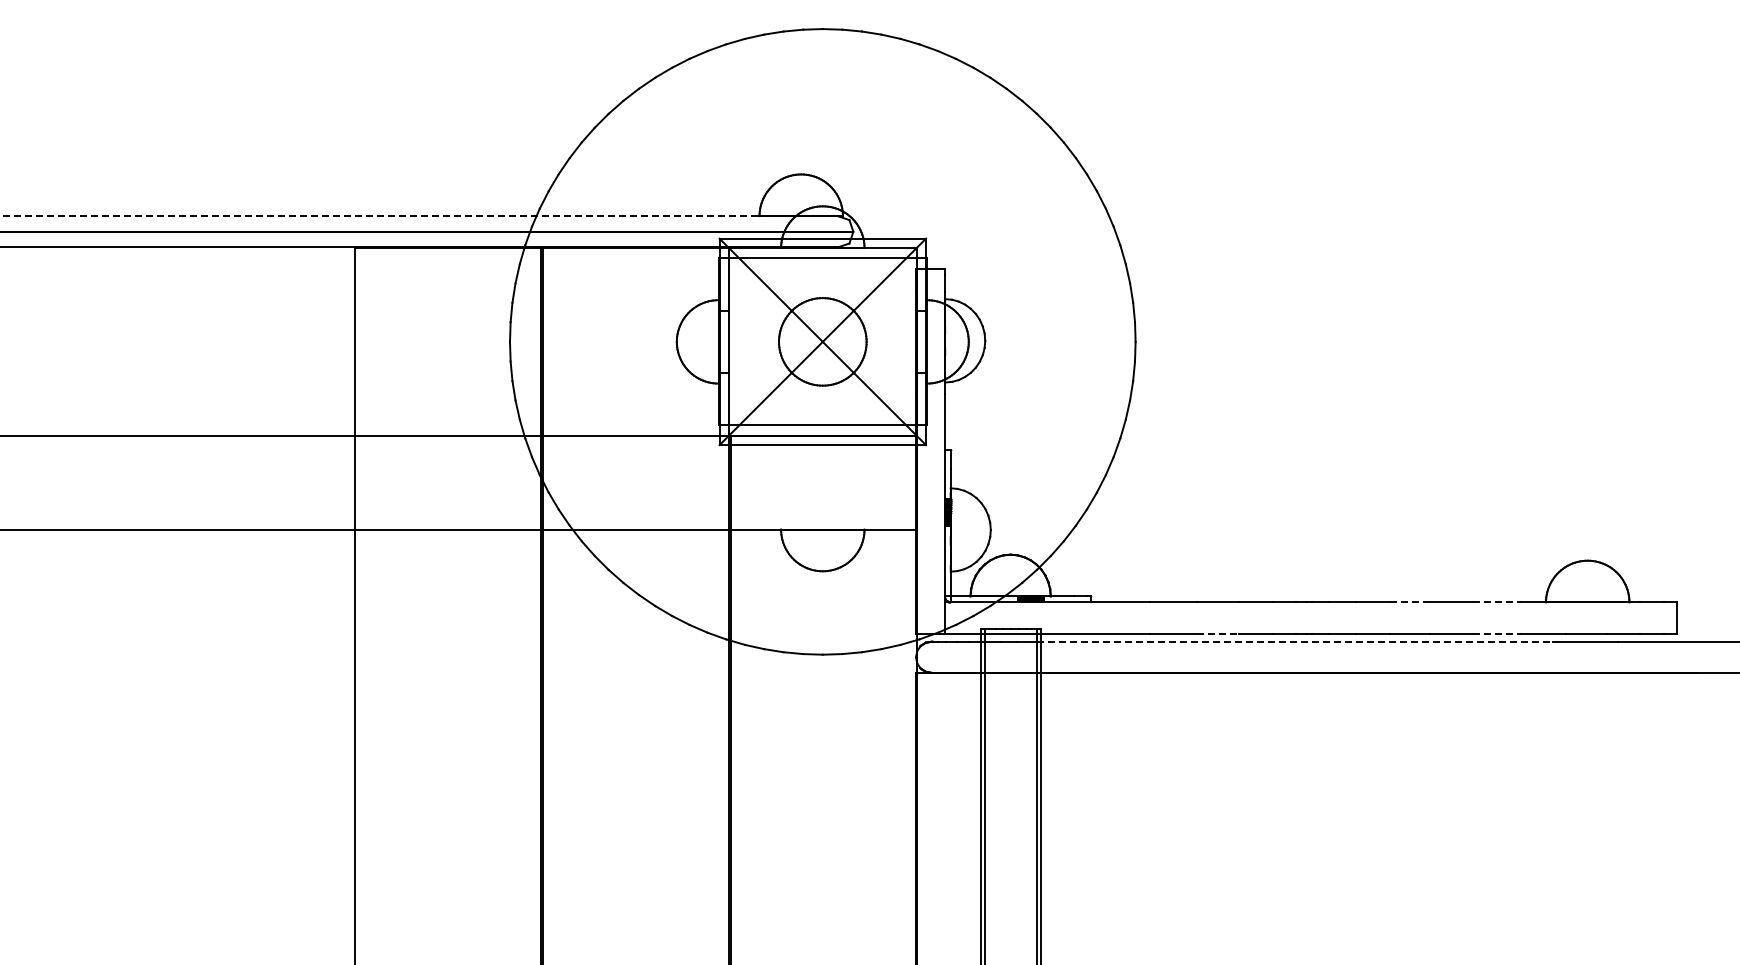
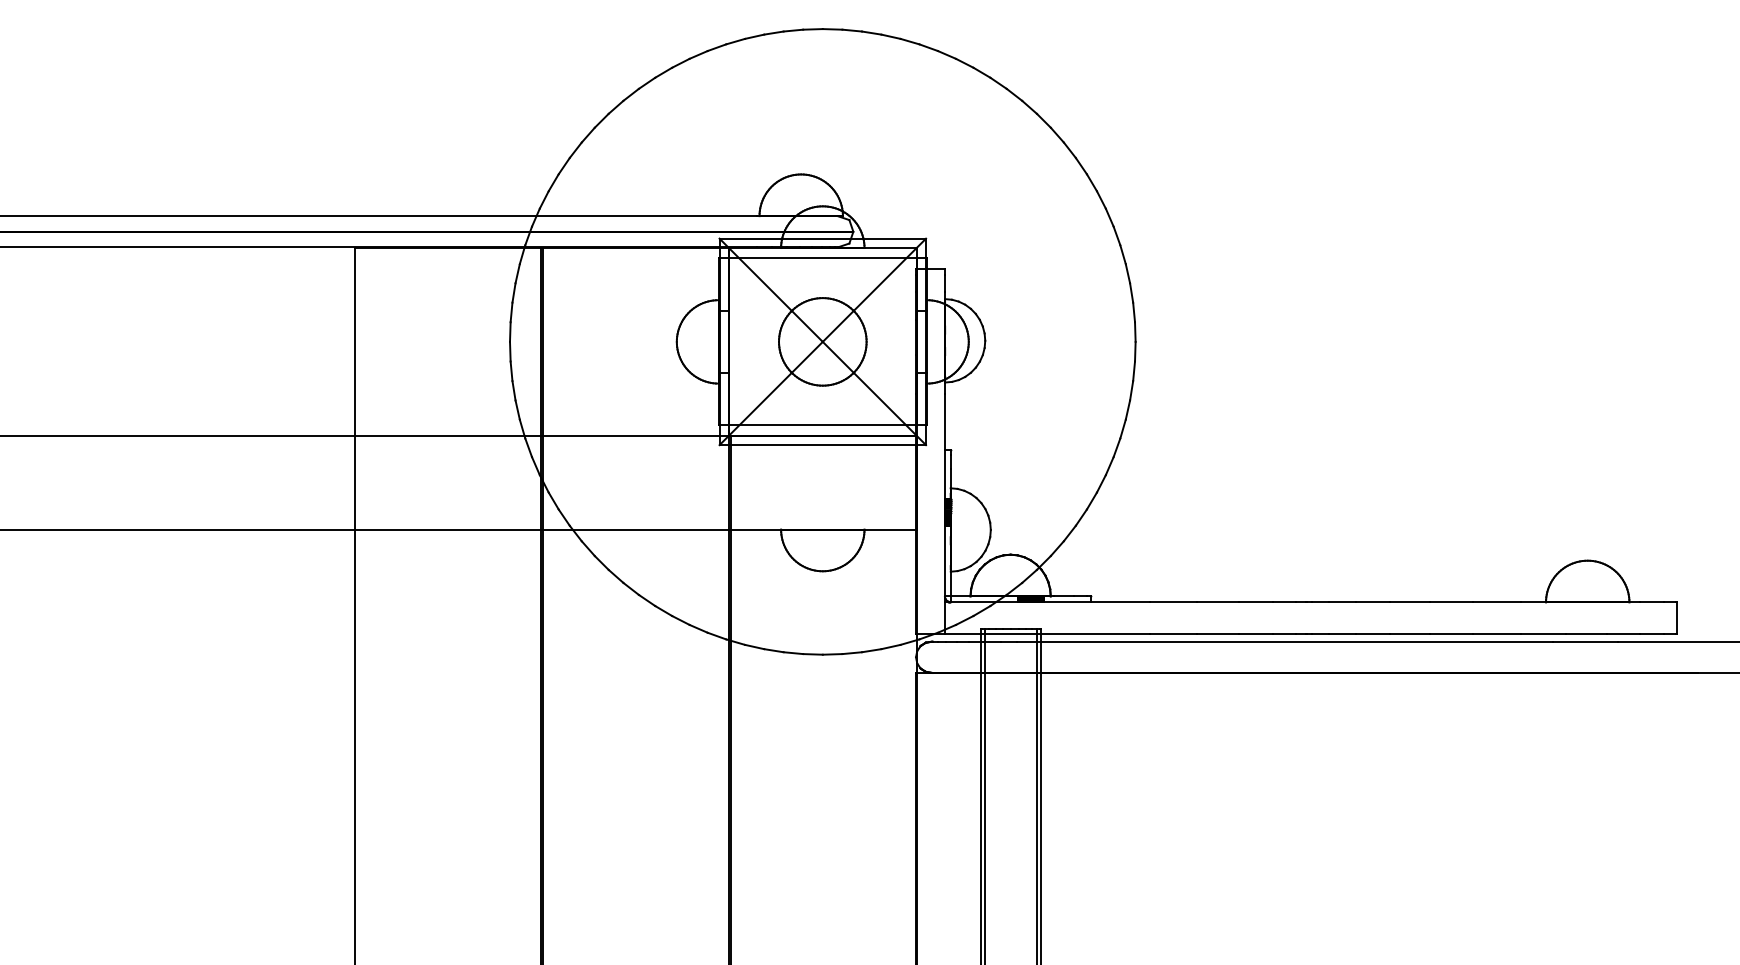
line at (378, 216): dashed -> solid
line at (1410, 602): dashed -> solid
line at (1496, 602): dashed -> solid
line at (1217, 633): dashed -> solid
line at (1496, 633): dashed -> solid
line at (1294, 641): dashed -> solid
